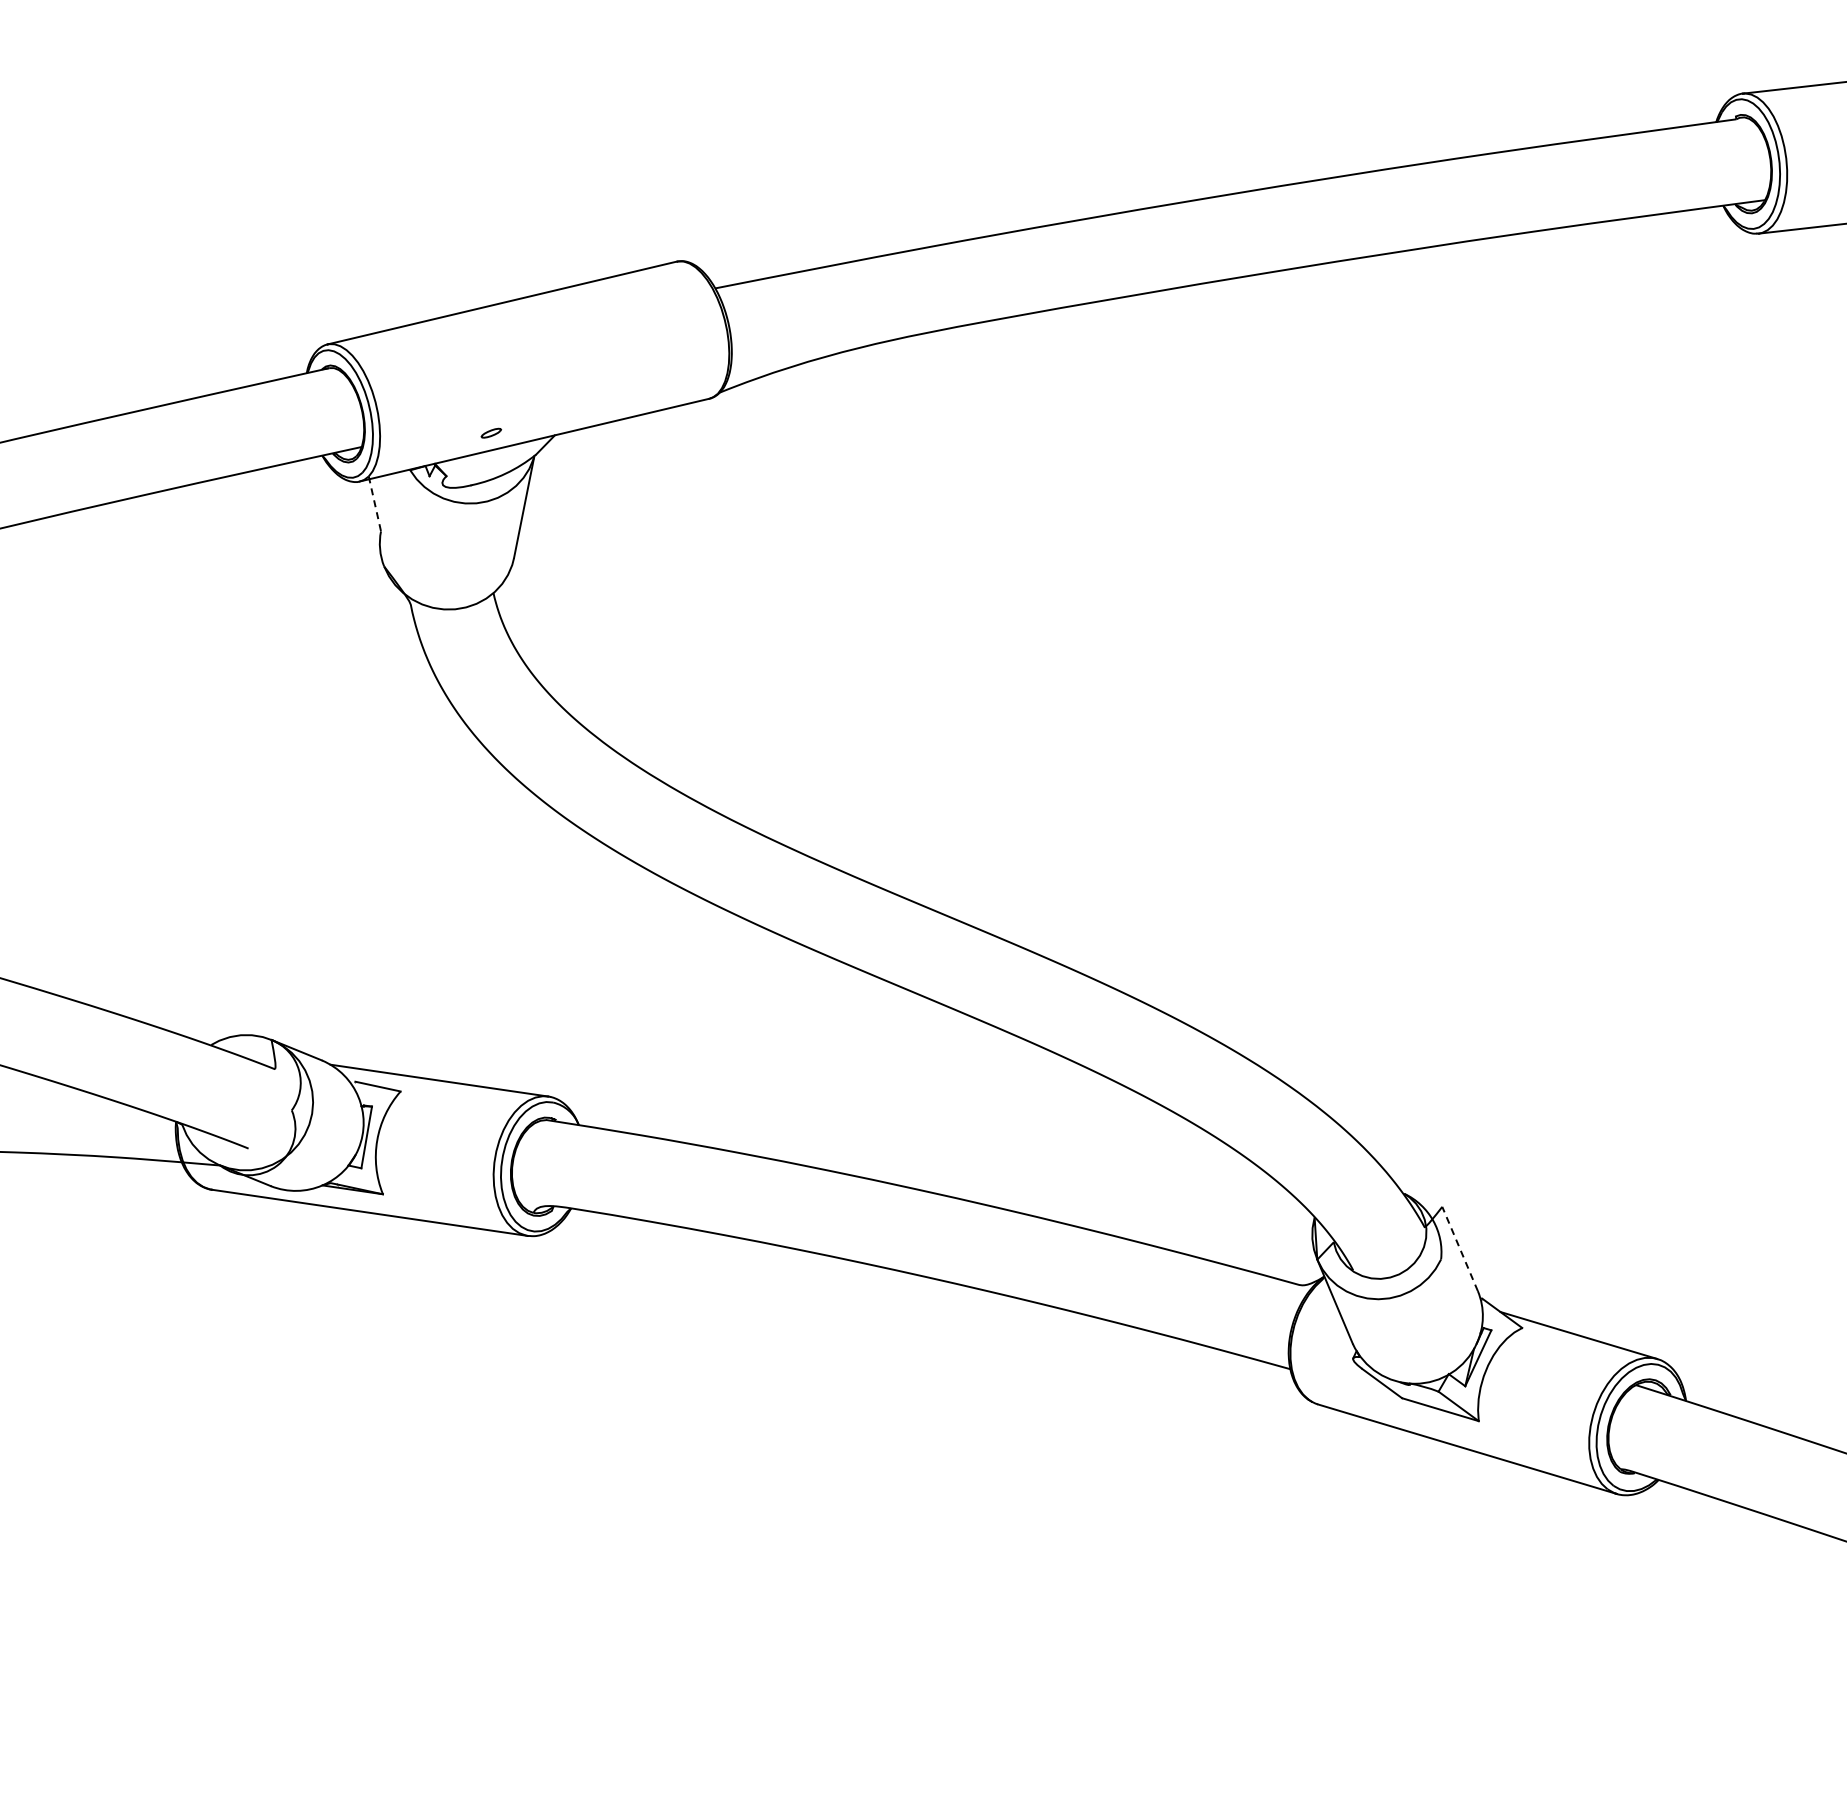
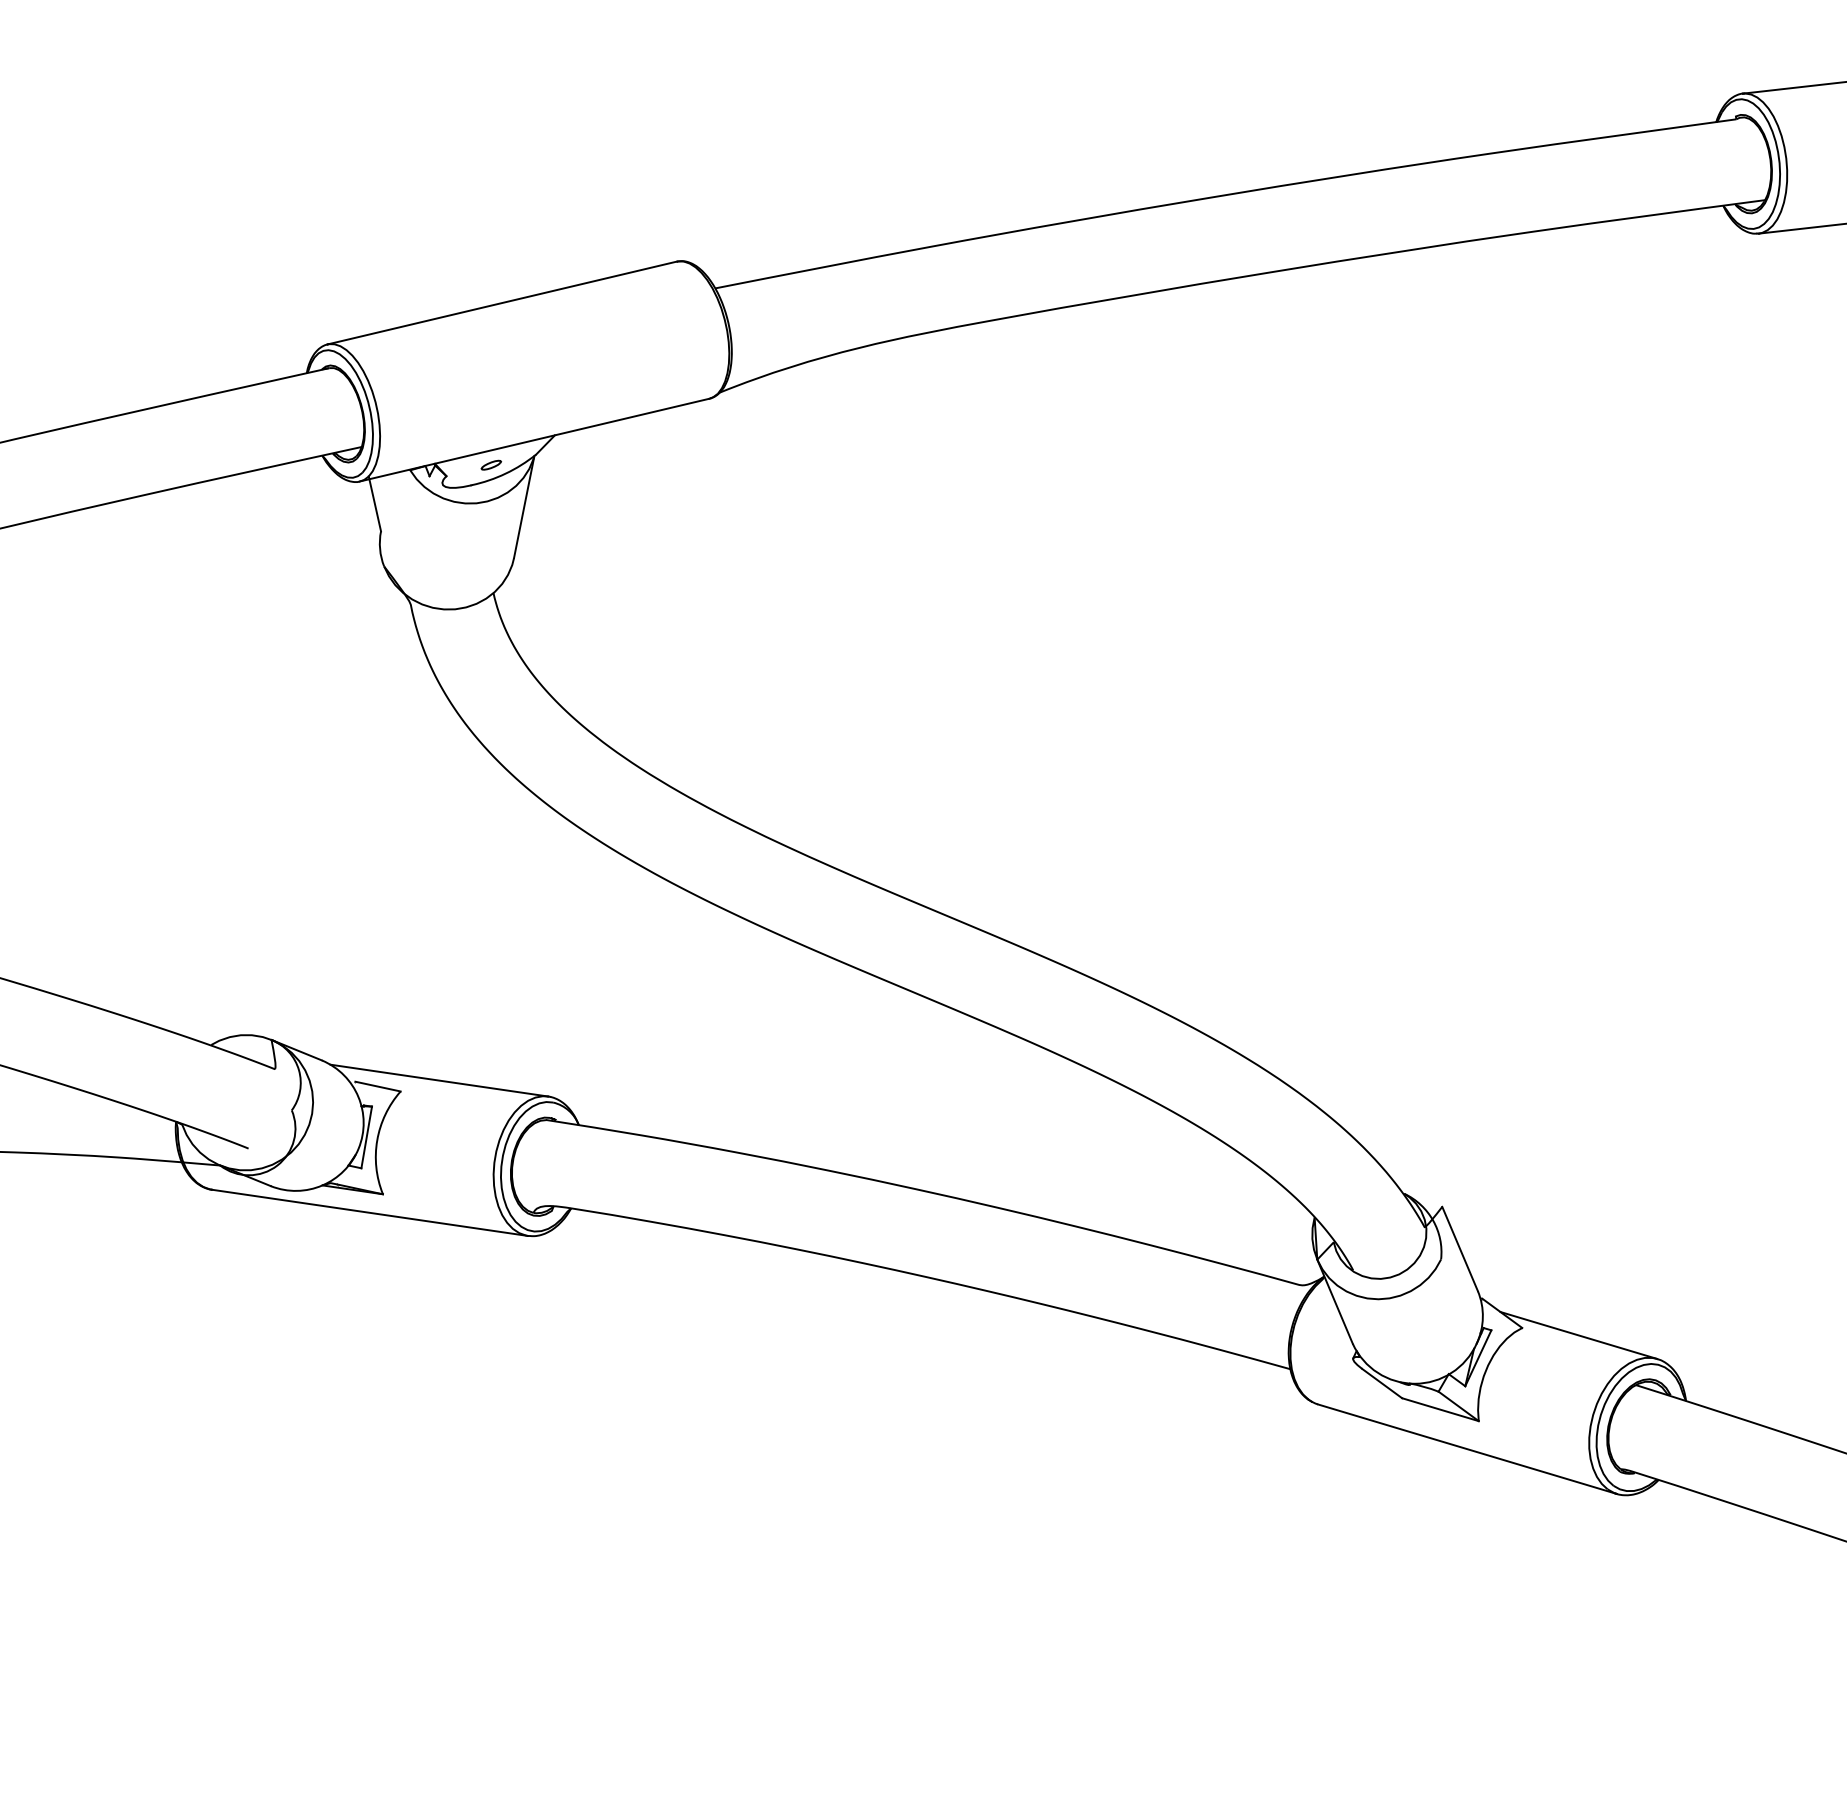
part at (491, 432) position: (491, 432) -> (491, 464)
line at (375, 504): dashed -> solid
line at (1460, 1248): dashed -> solid
